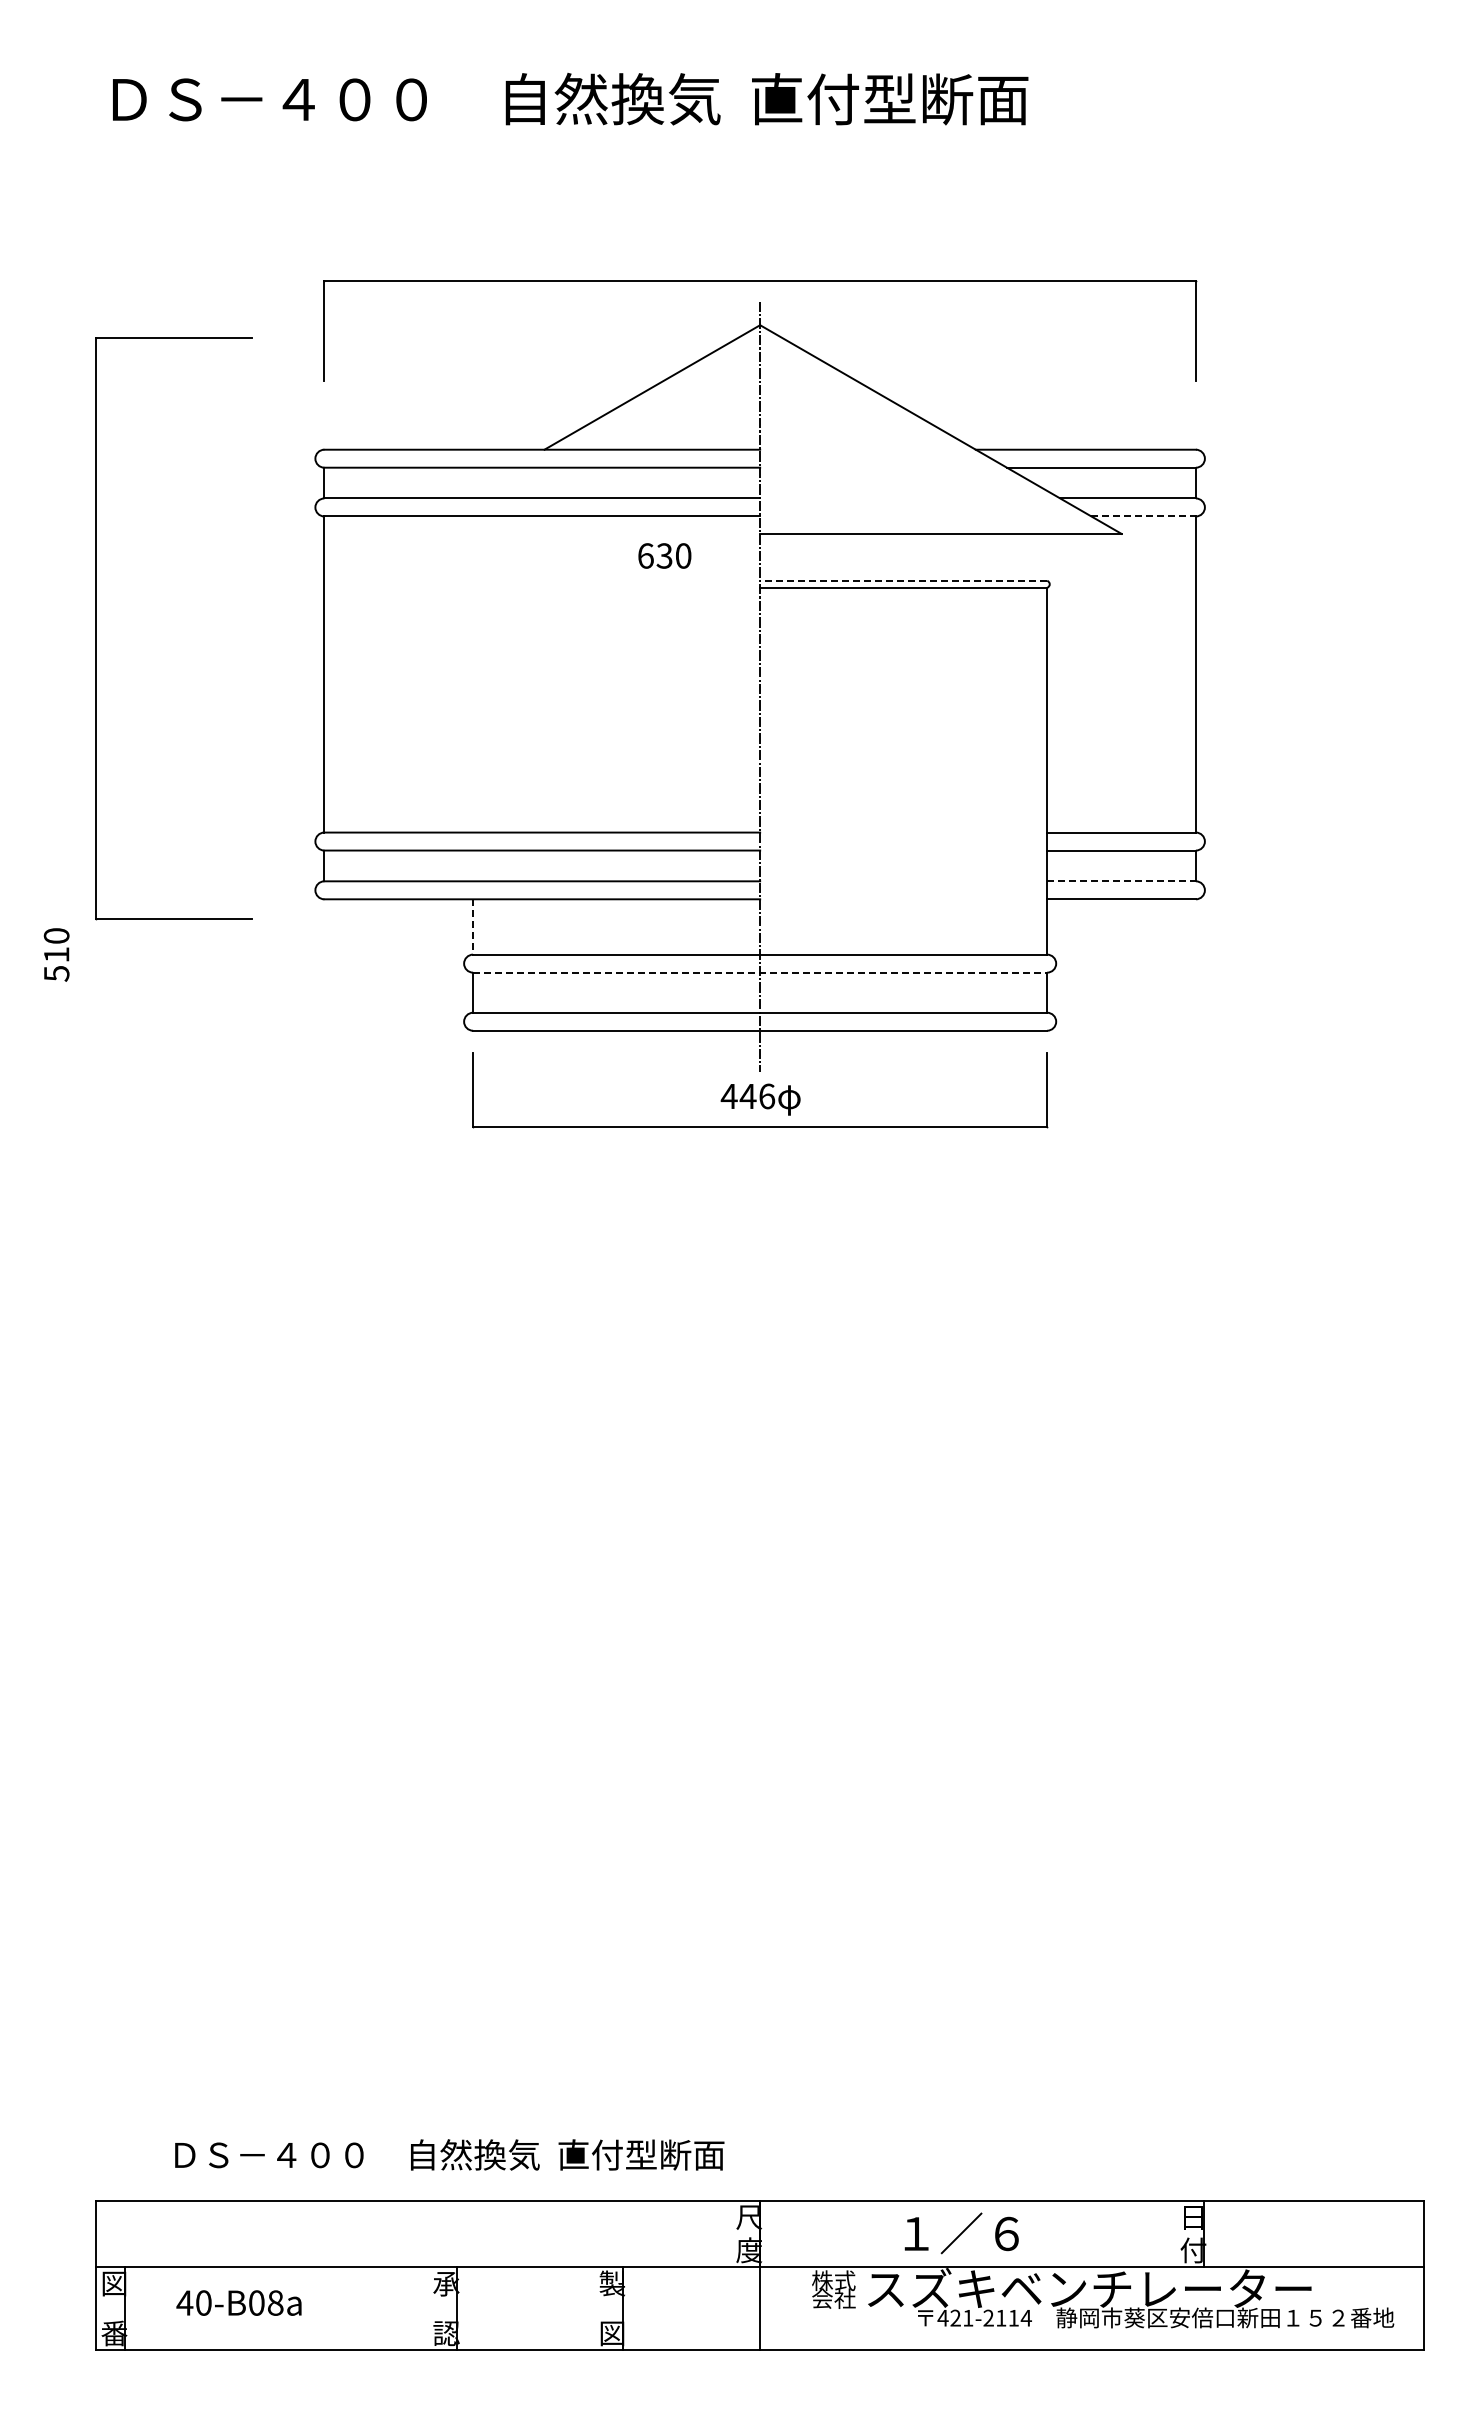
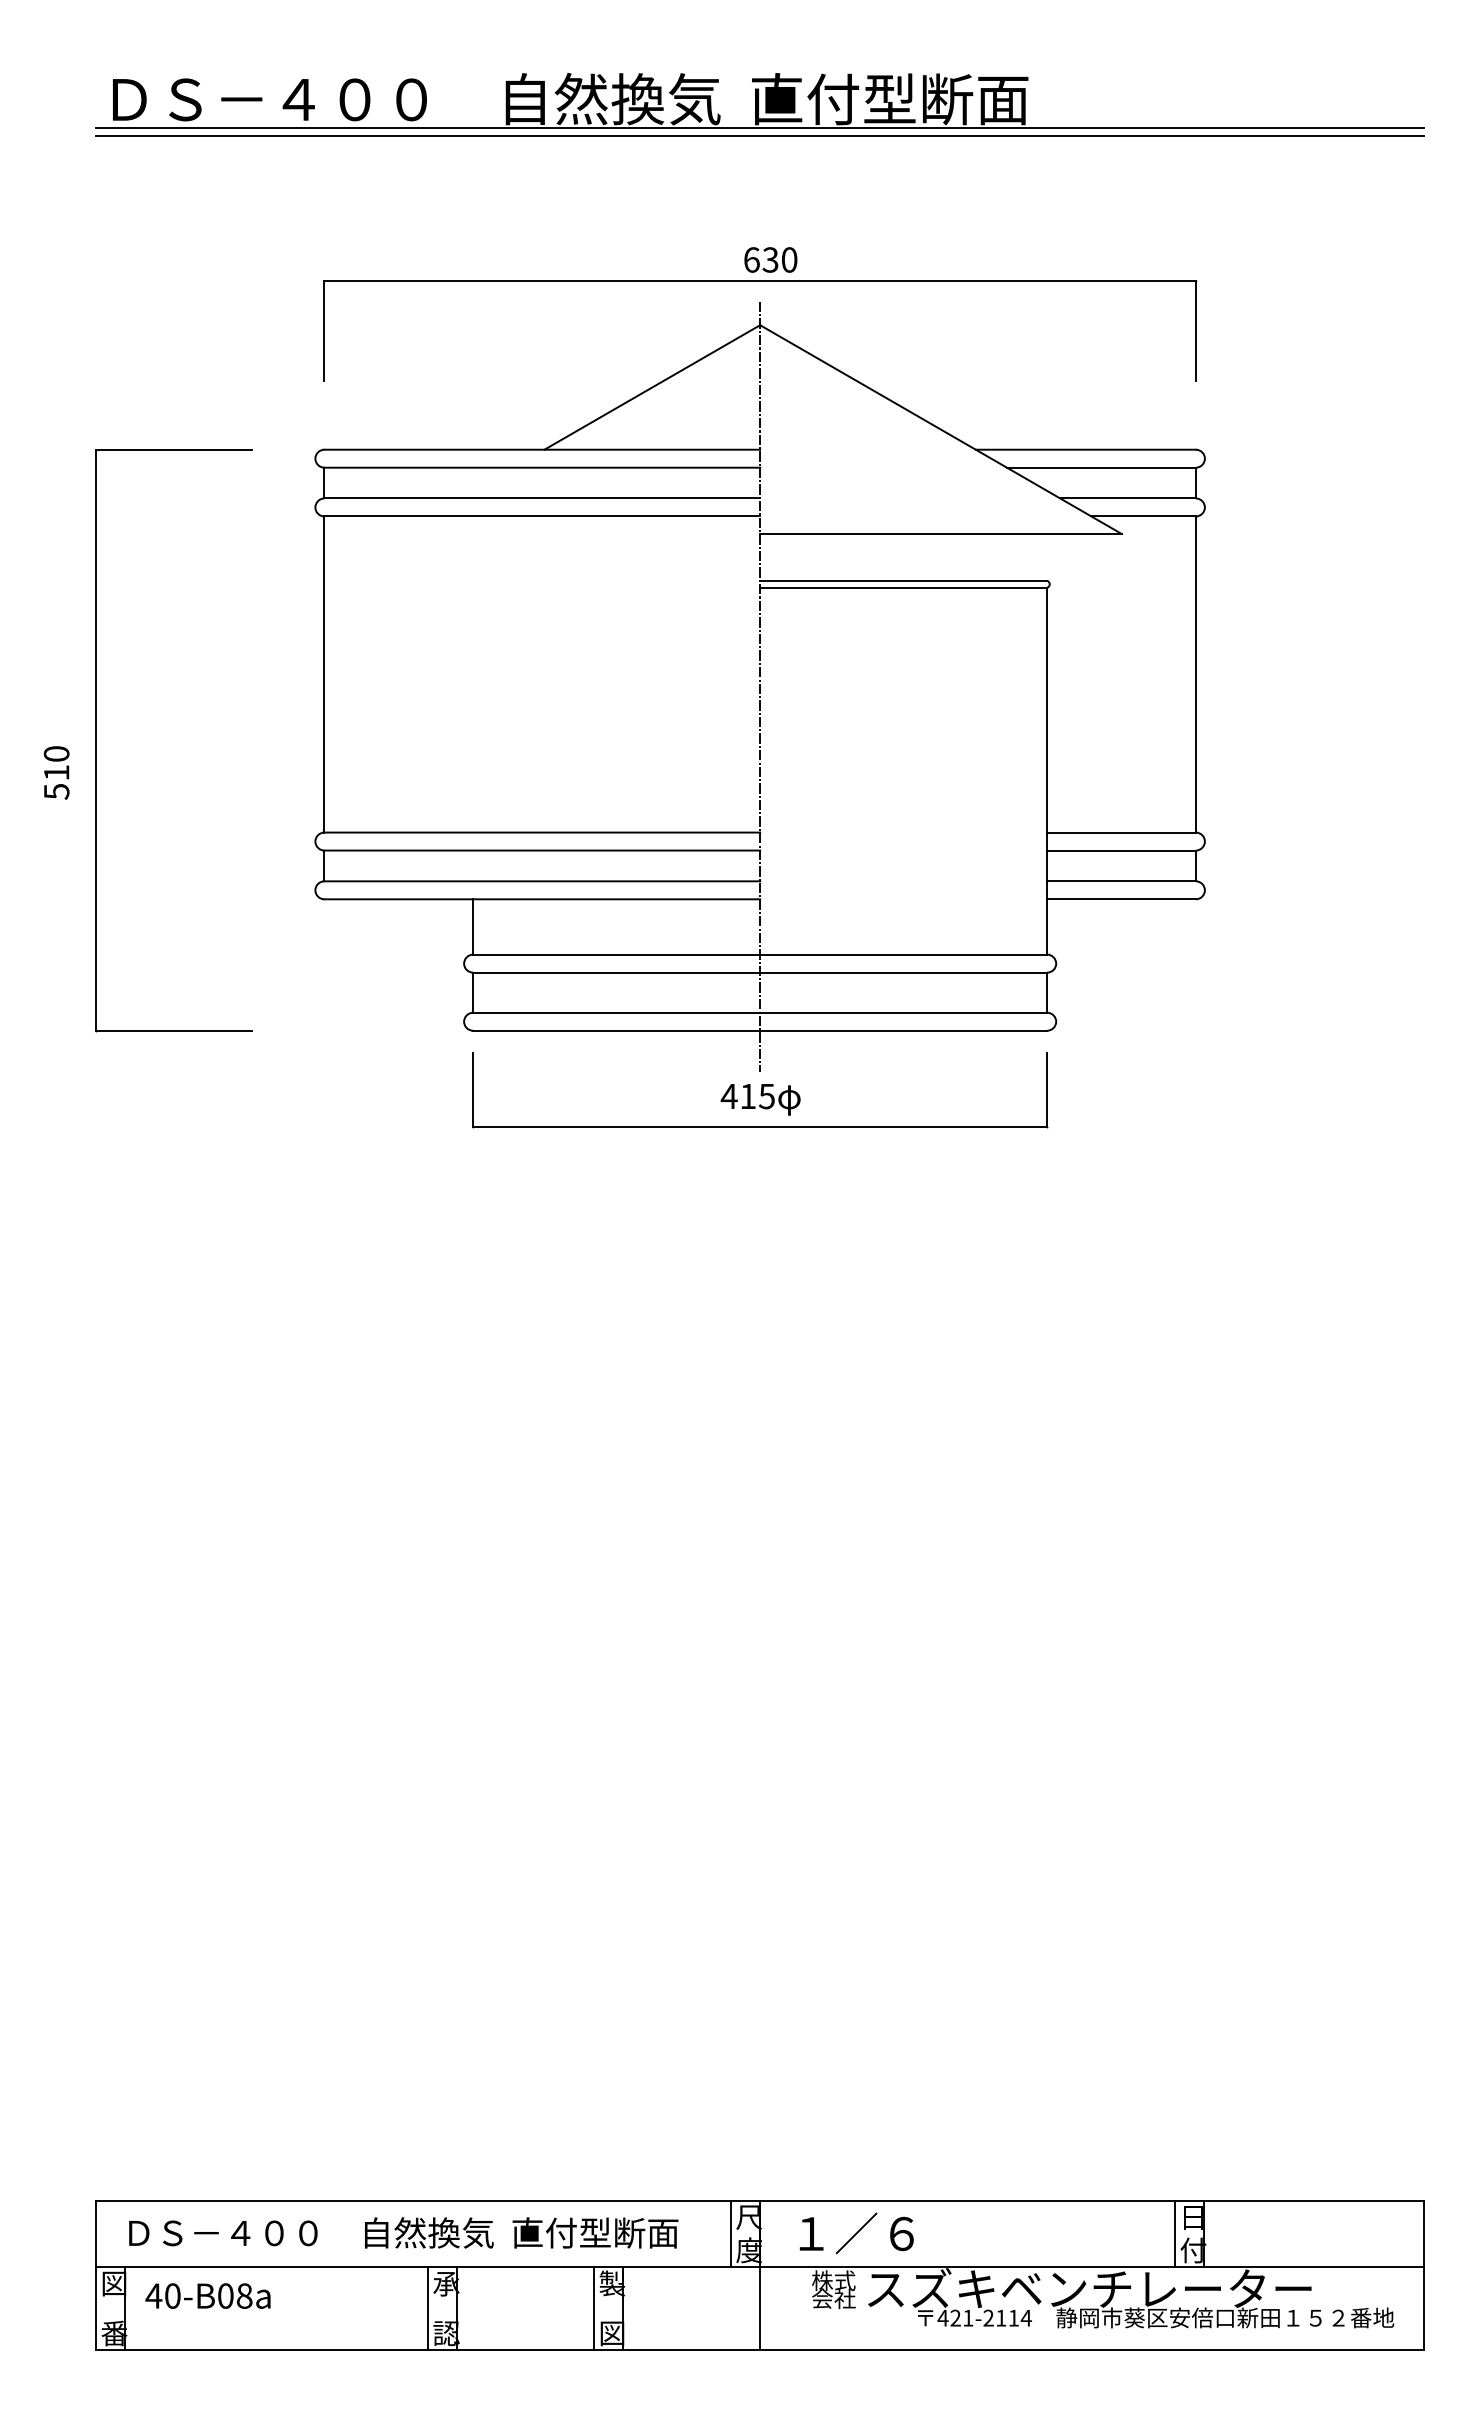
line at (760, 127): none -> present
line at (760, 136): none -> present
line at (1144, 516): dashed -> solid
text at (664, 555) position: (664, 555) -> (770, 259)
line at (903, 580): dashed -> solid
part at (96, 628) position: (96, 628) -> (96, 740)
line at (1122, 881): dashed -> solid
line at (473, 926): dashed -> solid
text at (56, 954) position: (56, 954) -> (56, 772)
line at (760, 972): dashed -> solid
text at (757, 1096): 446 -> 415
text at (449, 2154) position: (449, 2154) -> (403, 2232)
line at (731, 2233): none -> present
text at (961, 2233) position: (961, 2233) -> (856, 2233)
line at (1175, 2233): none -> present
text at (238, 2302) position: (238, 2302) -> (207, 2295)
line at (428, 2308): none -> present
line at (594, 2308): none -> present
